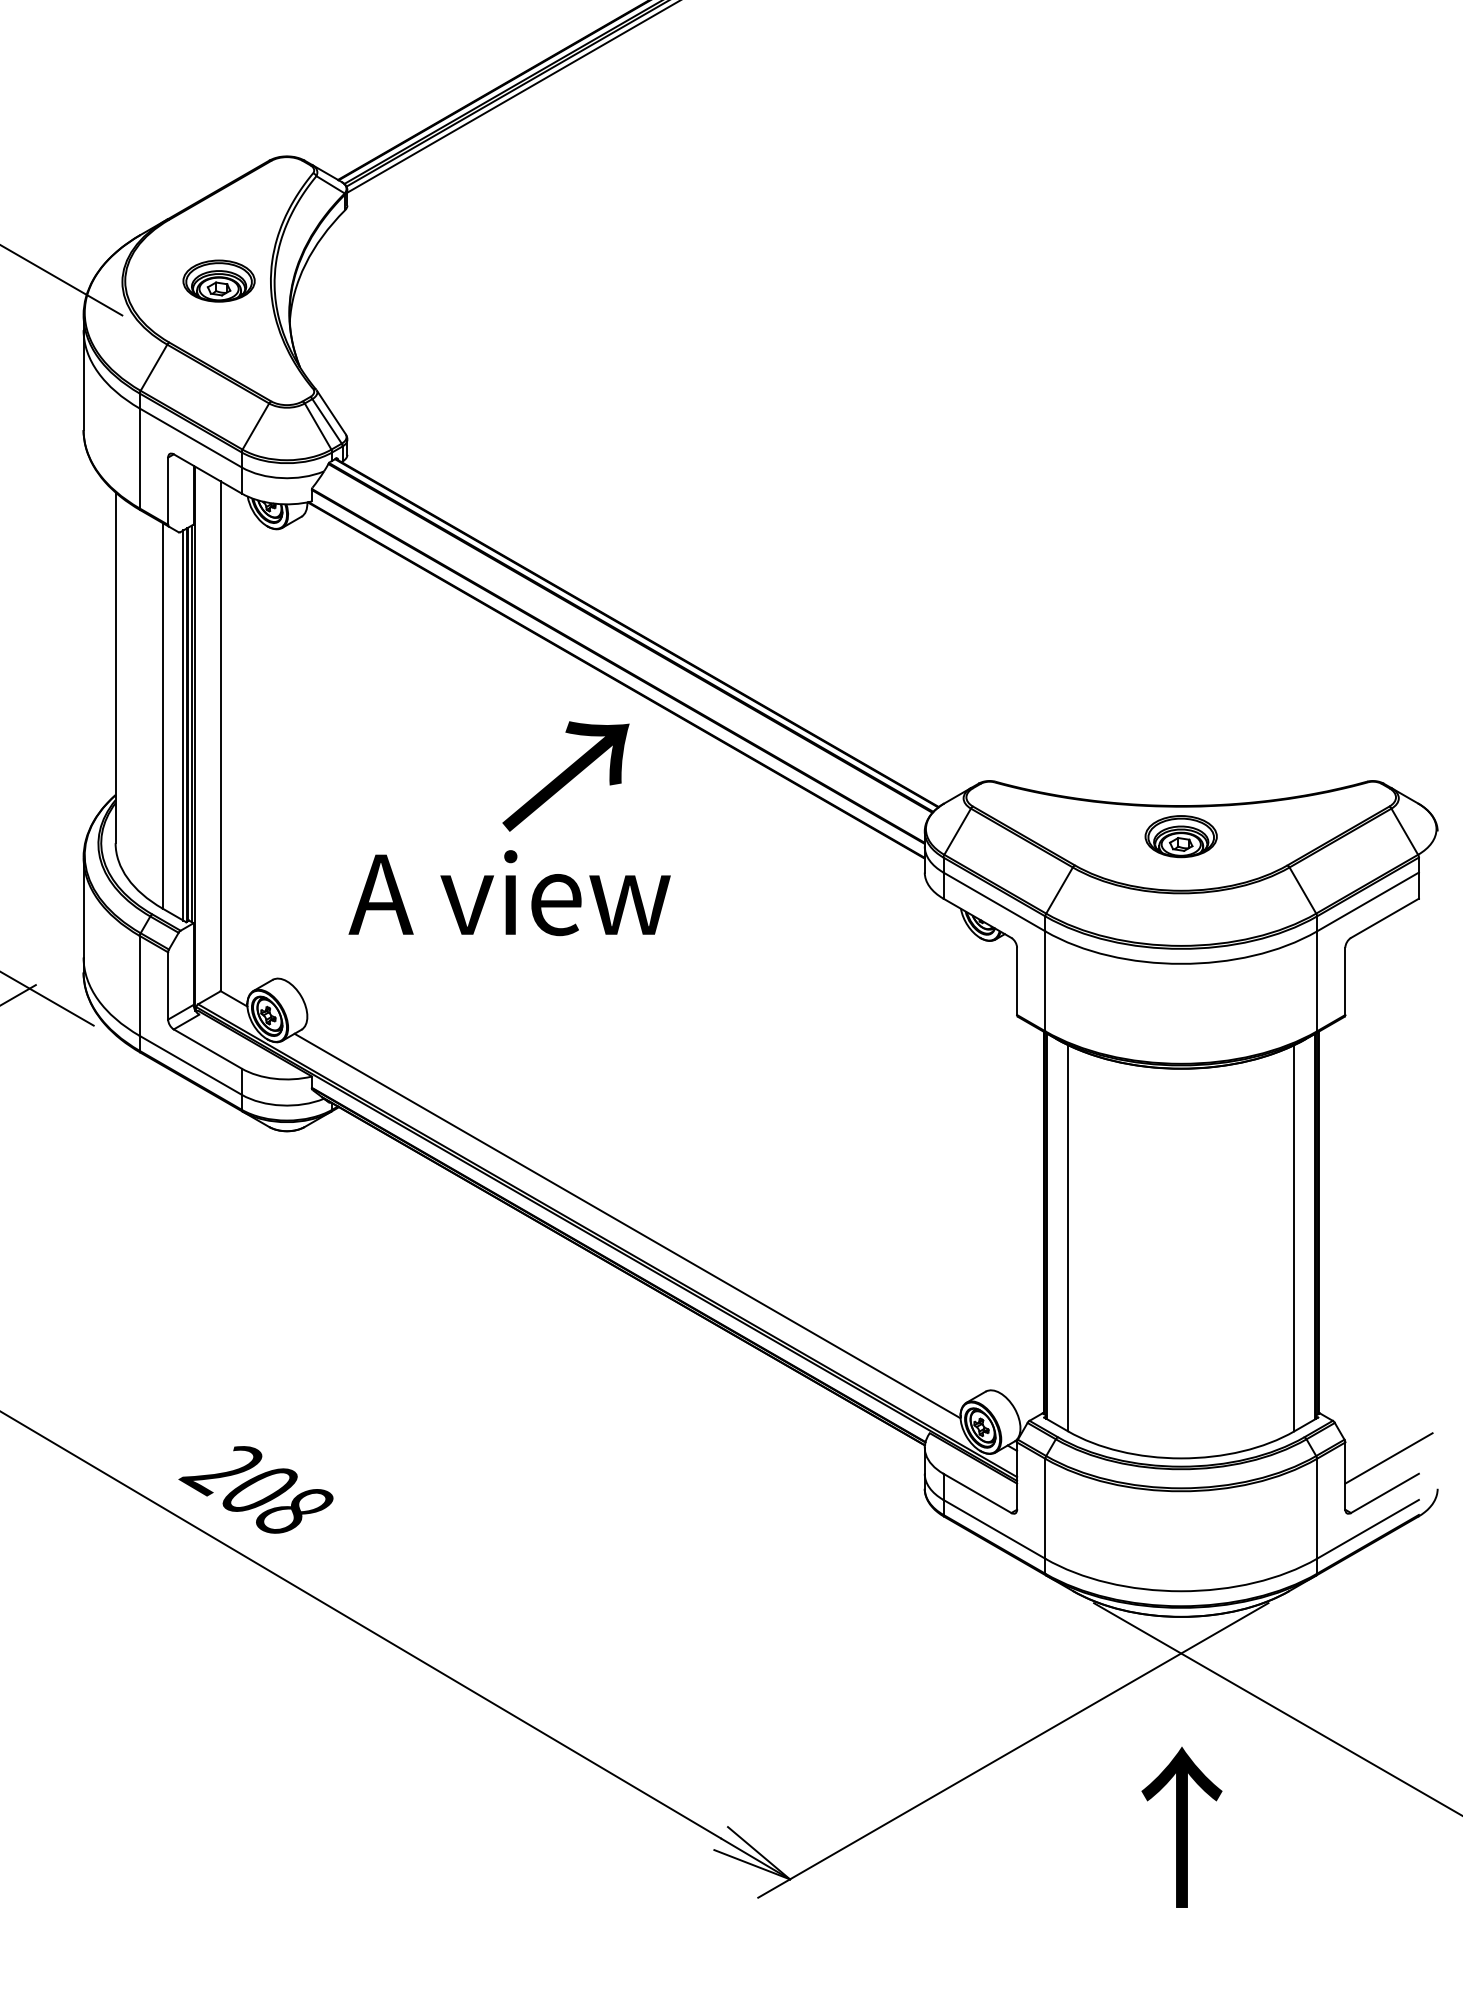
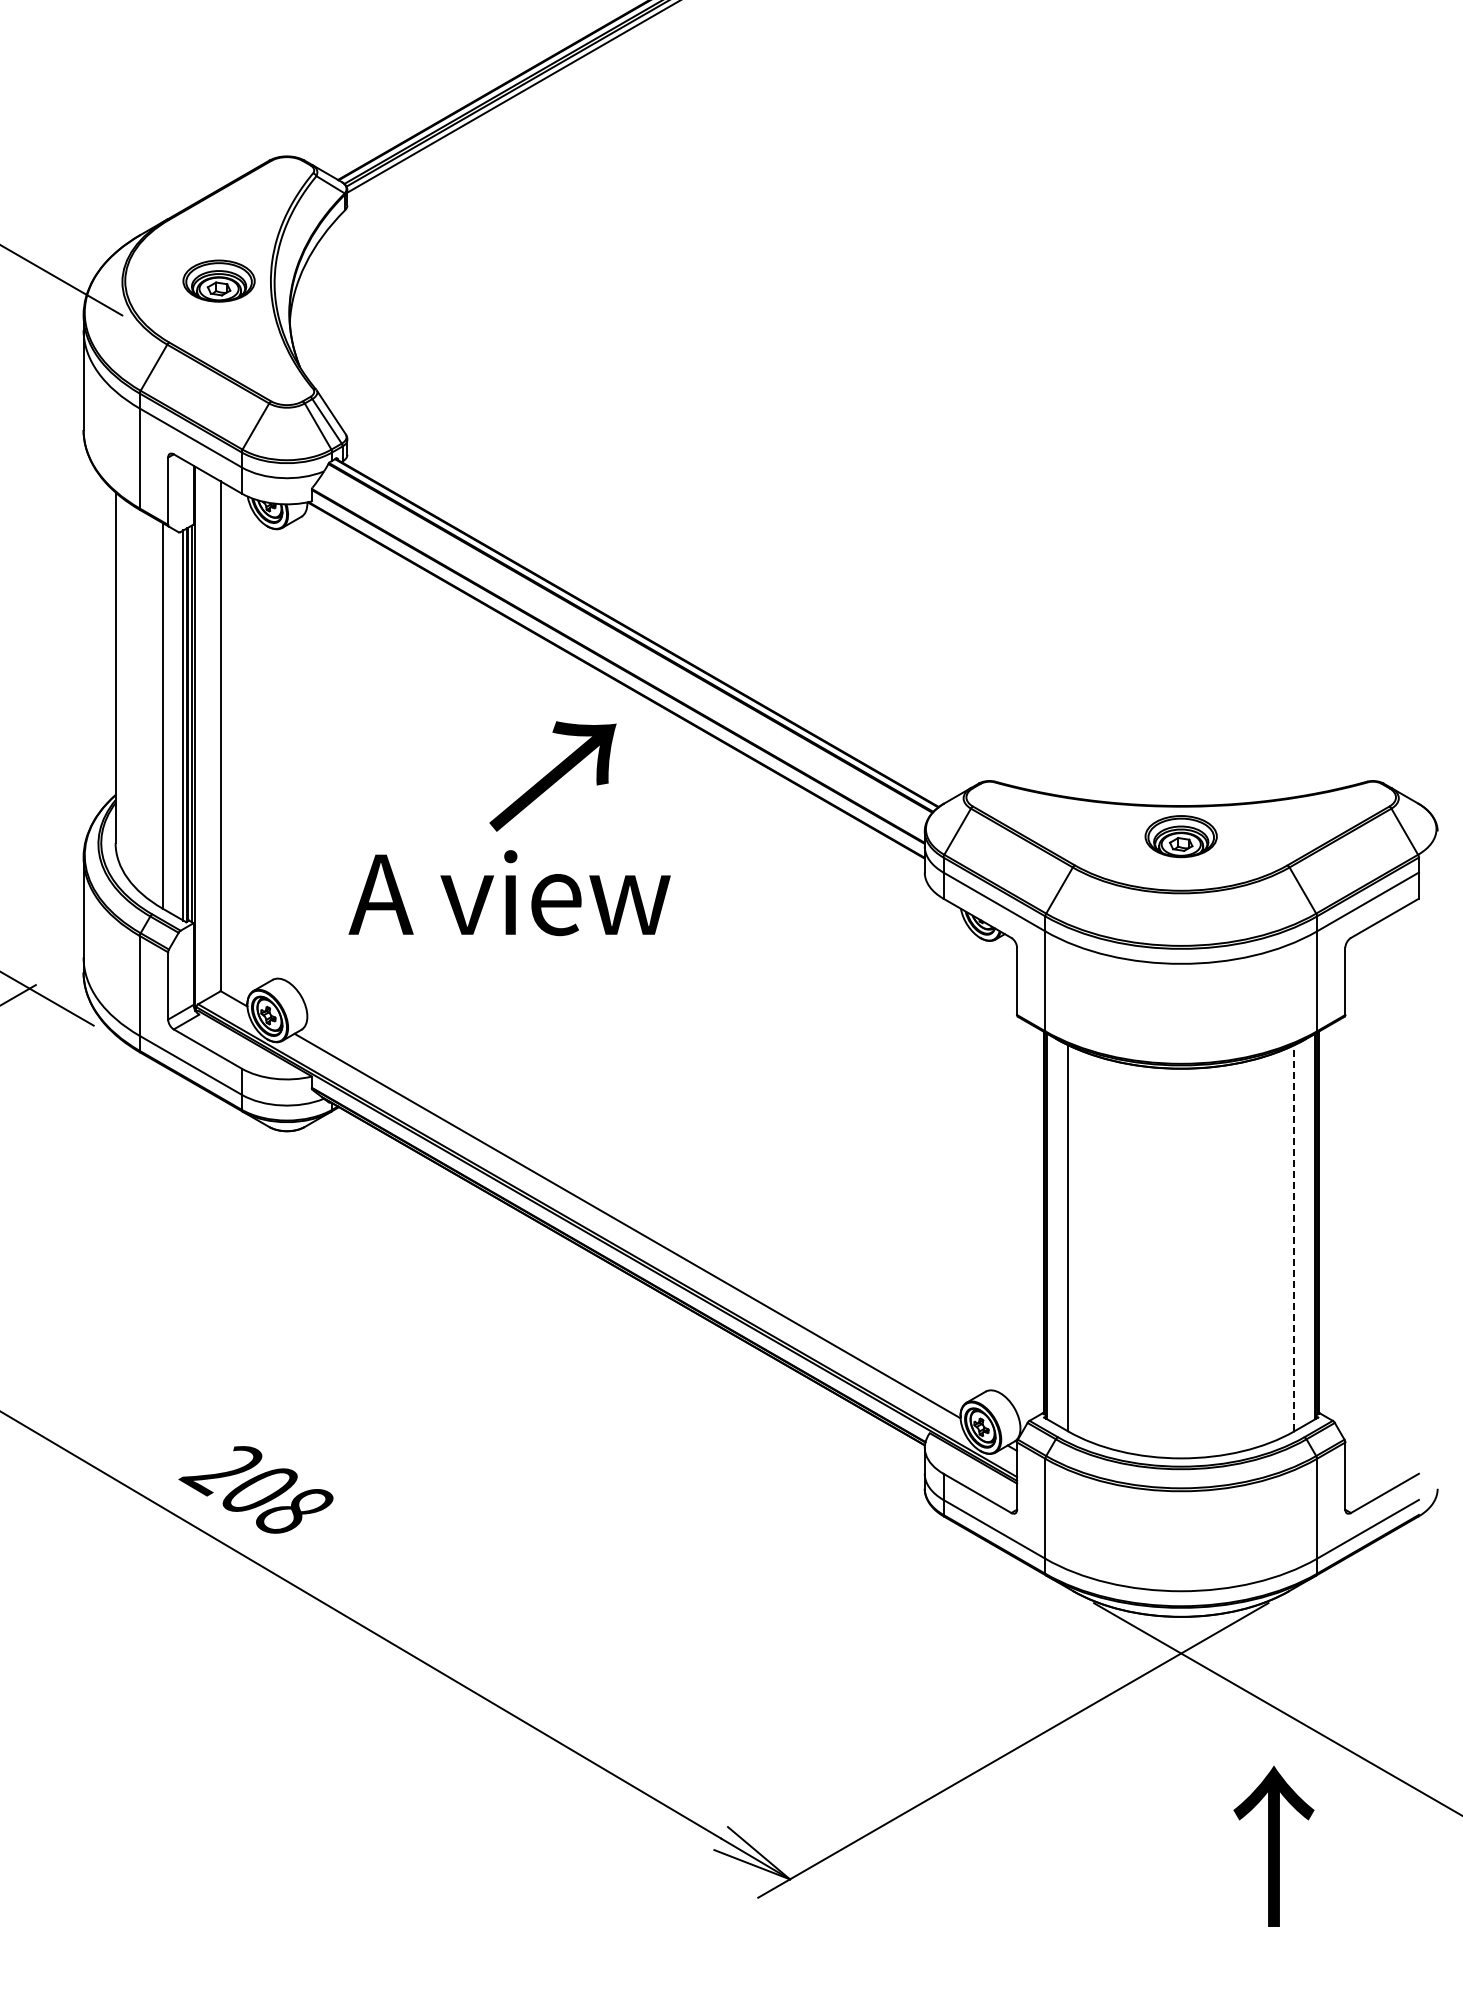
text at (565, 776) position: (565, 776) -> (552, 776)
line at (1294, 1237): solid -> dashed
line at (1388, 1458): present -> none
text at (1181, 1826) position: (1181, 1826) -> (1273, 1845)
